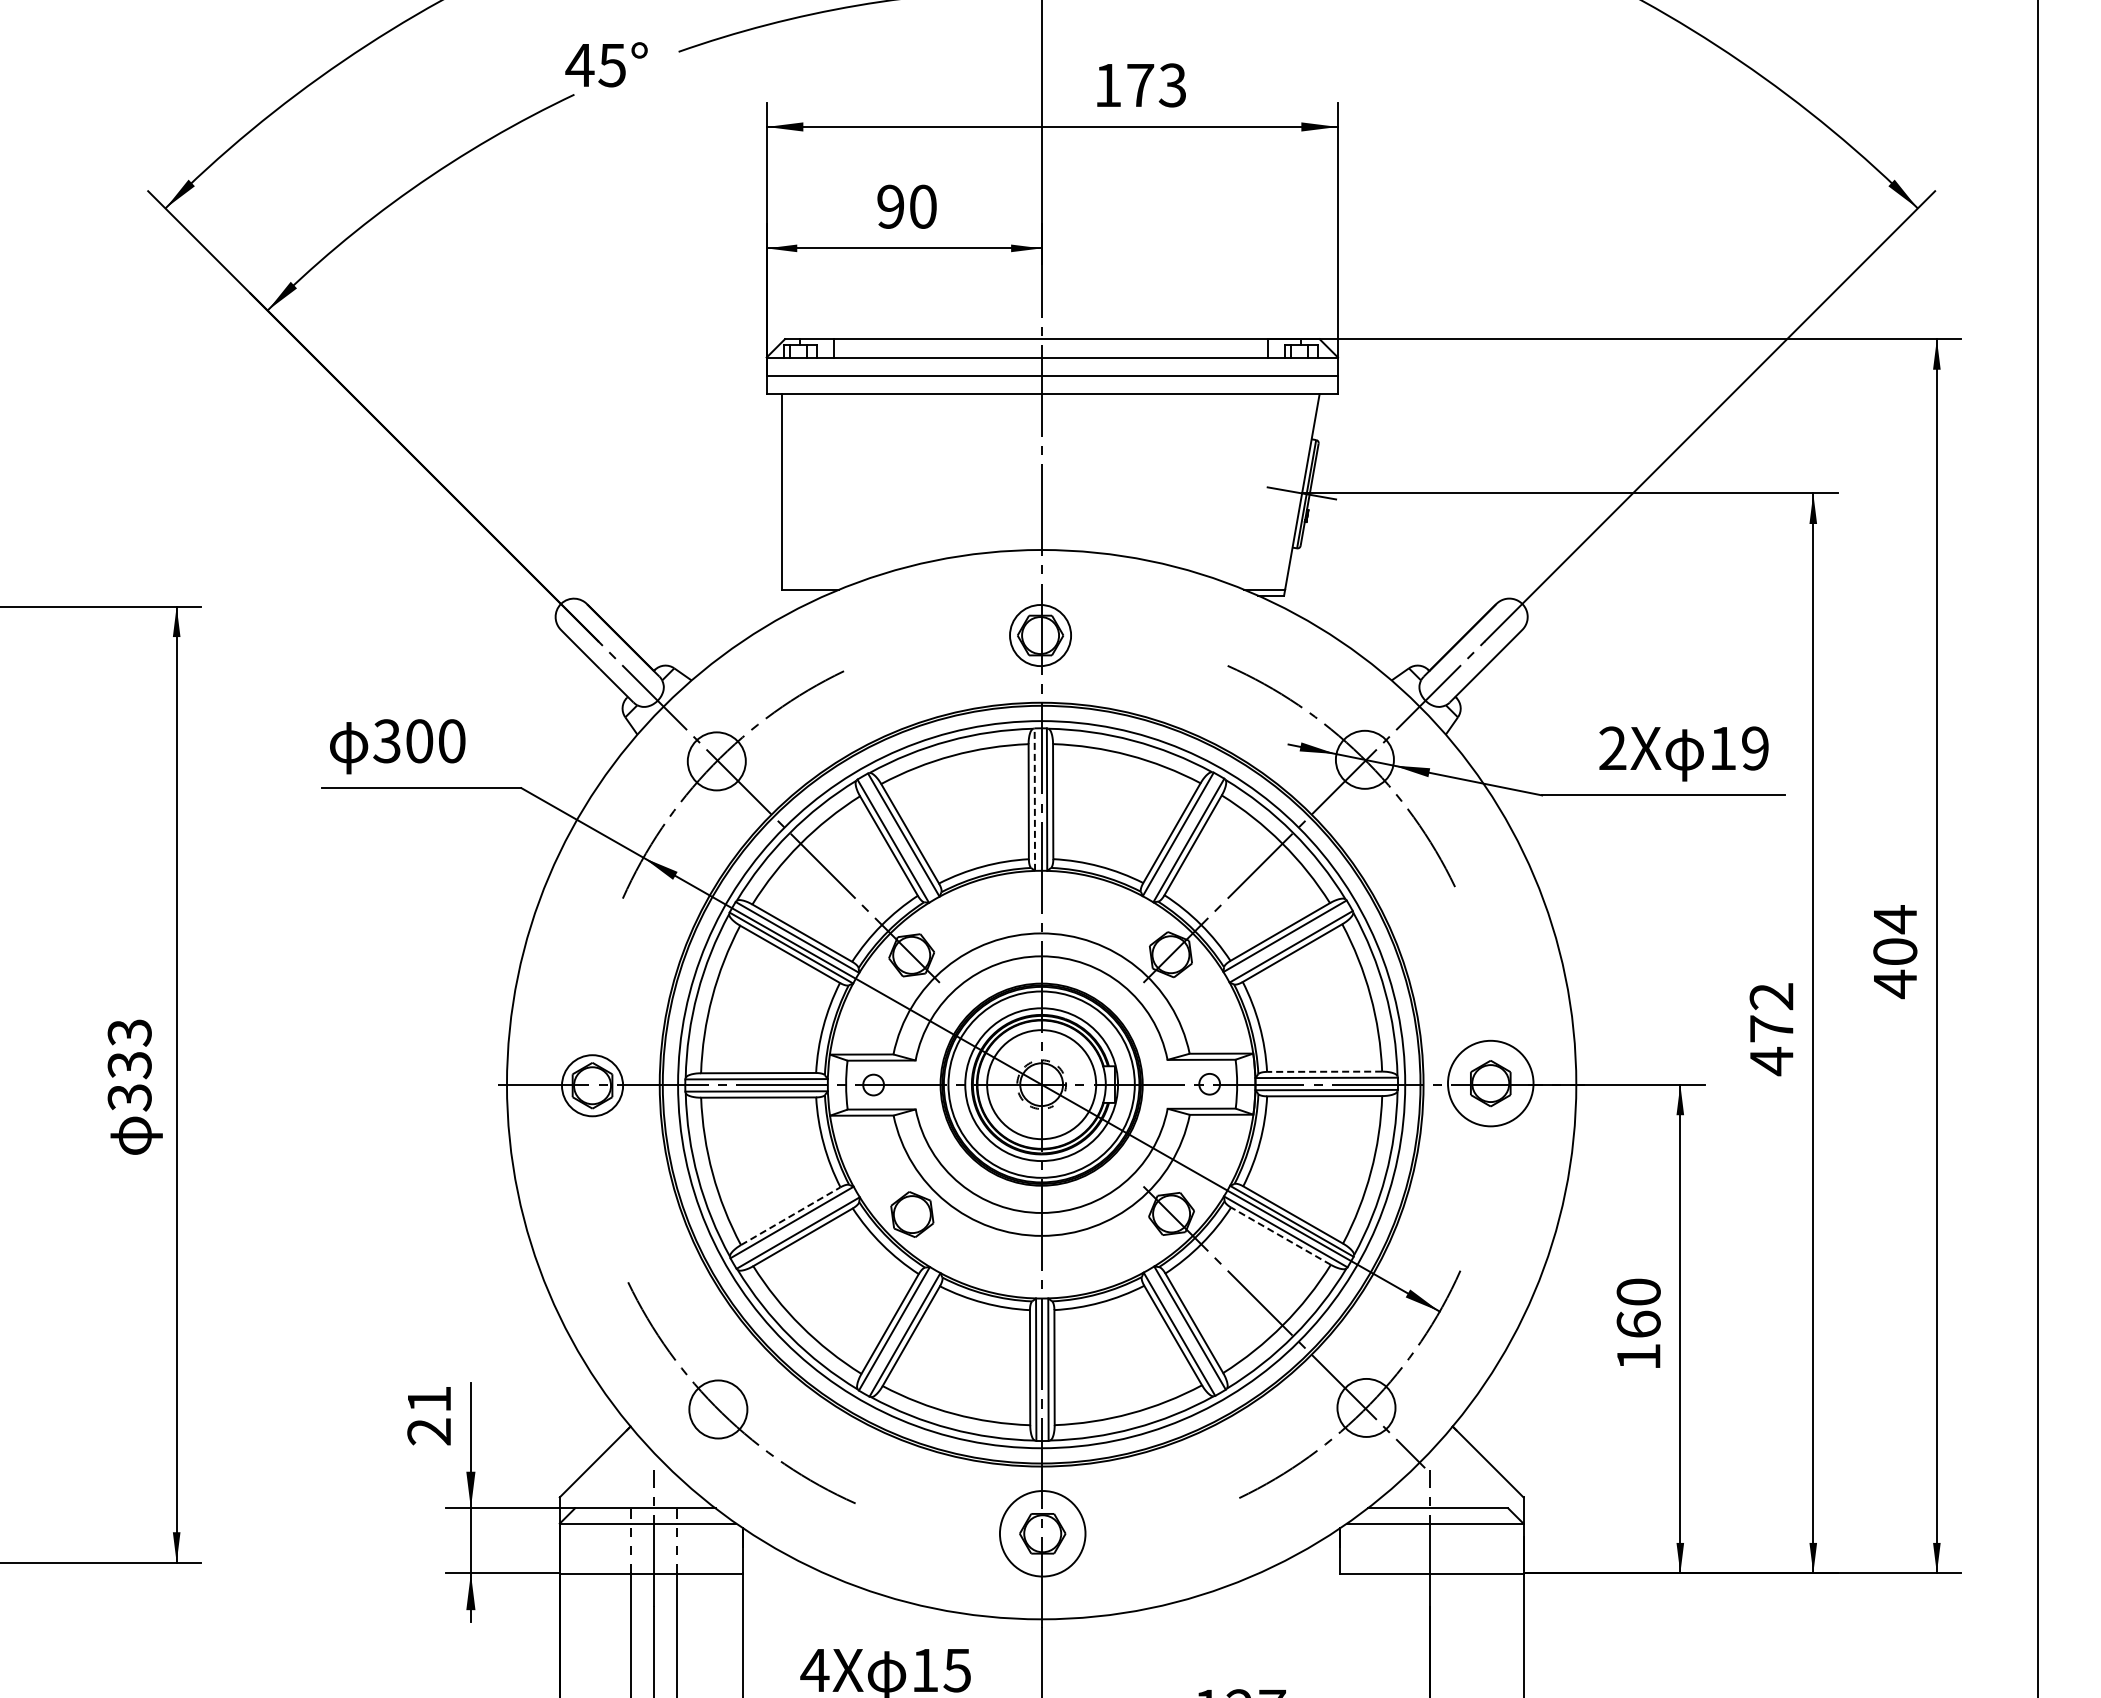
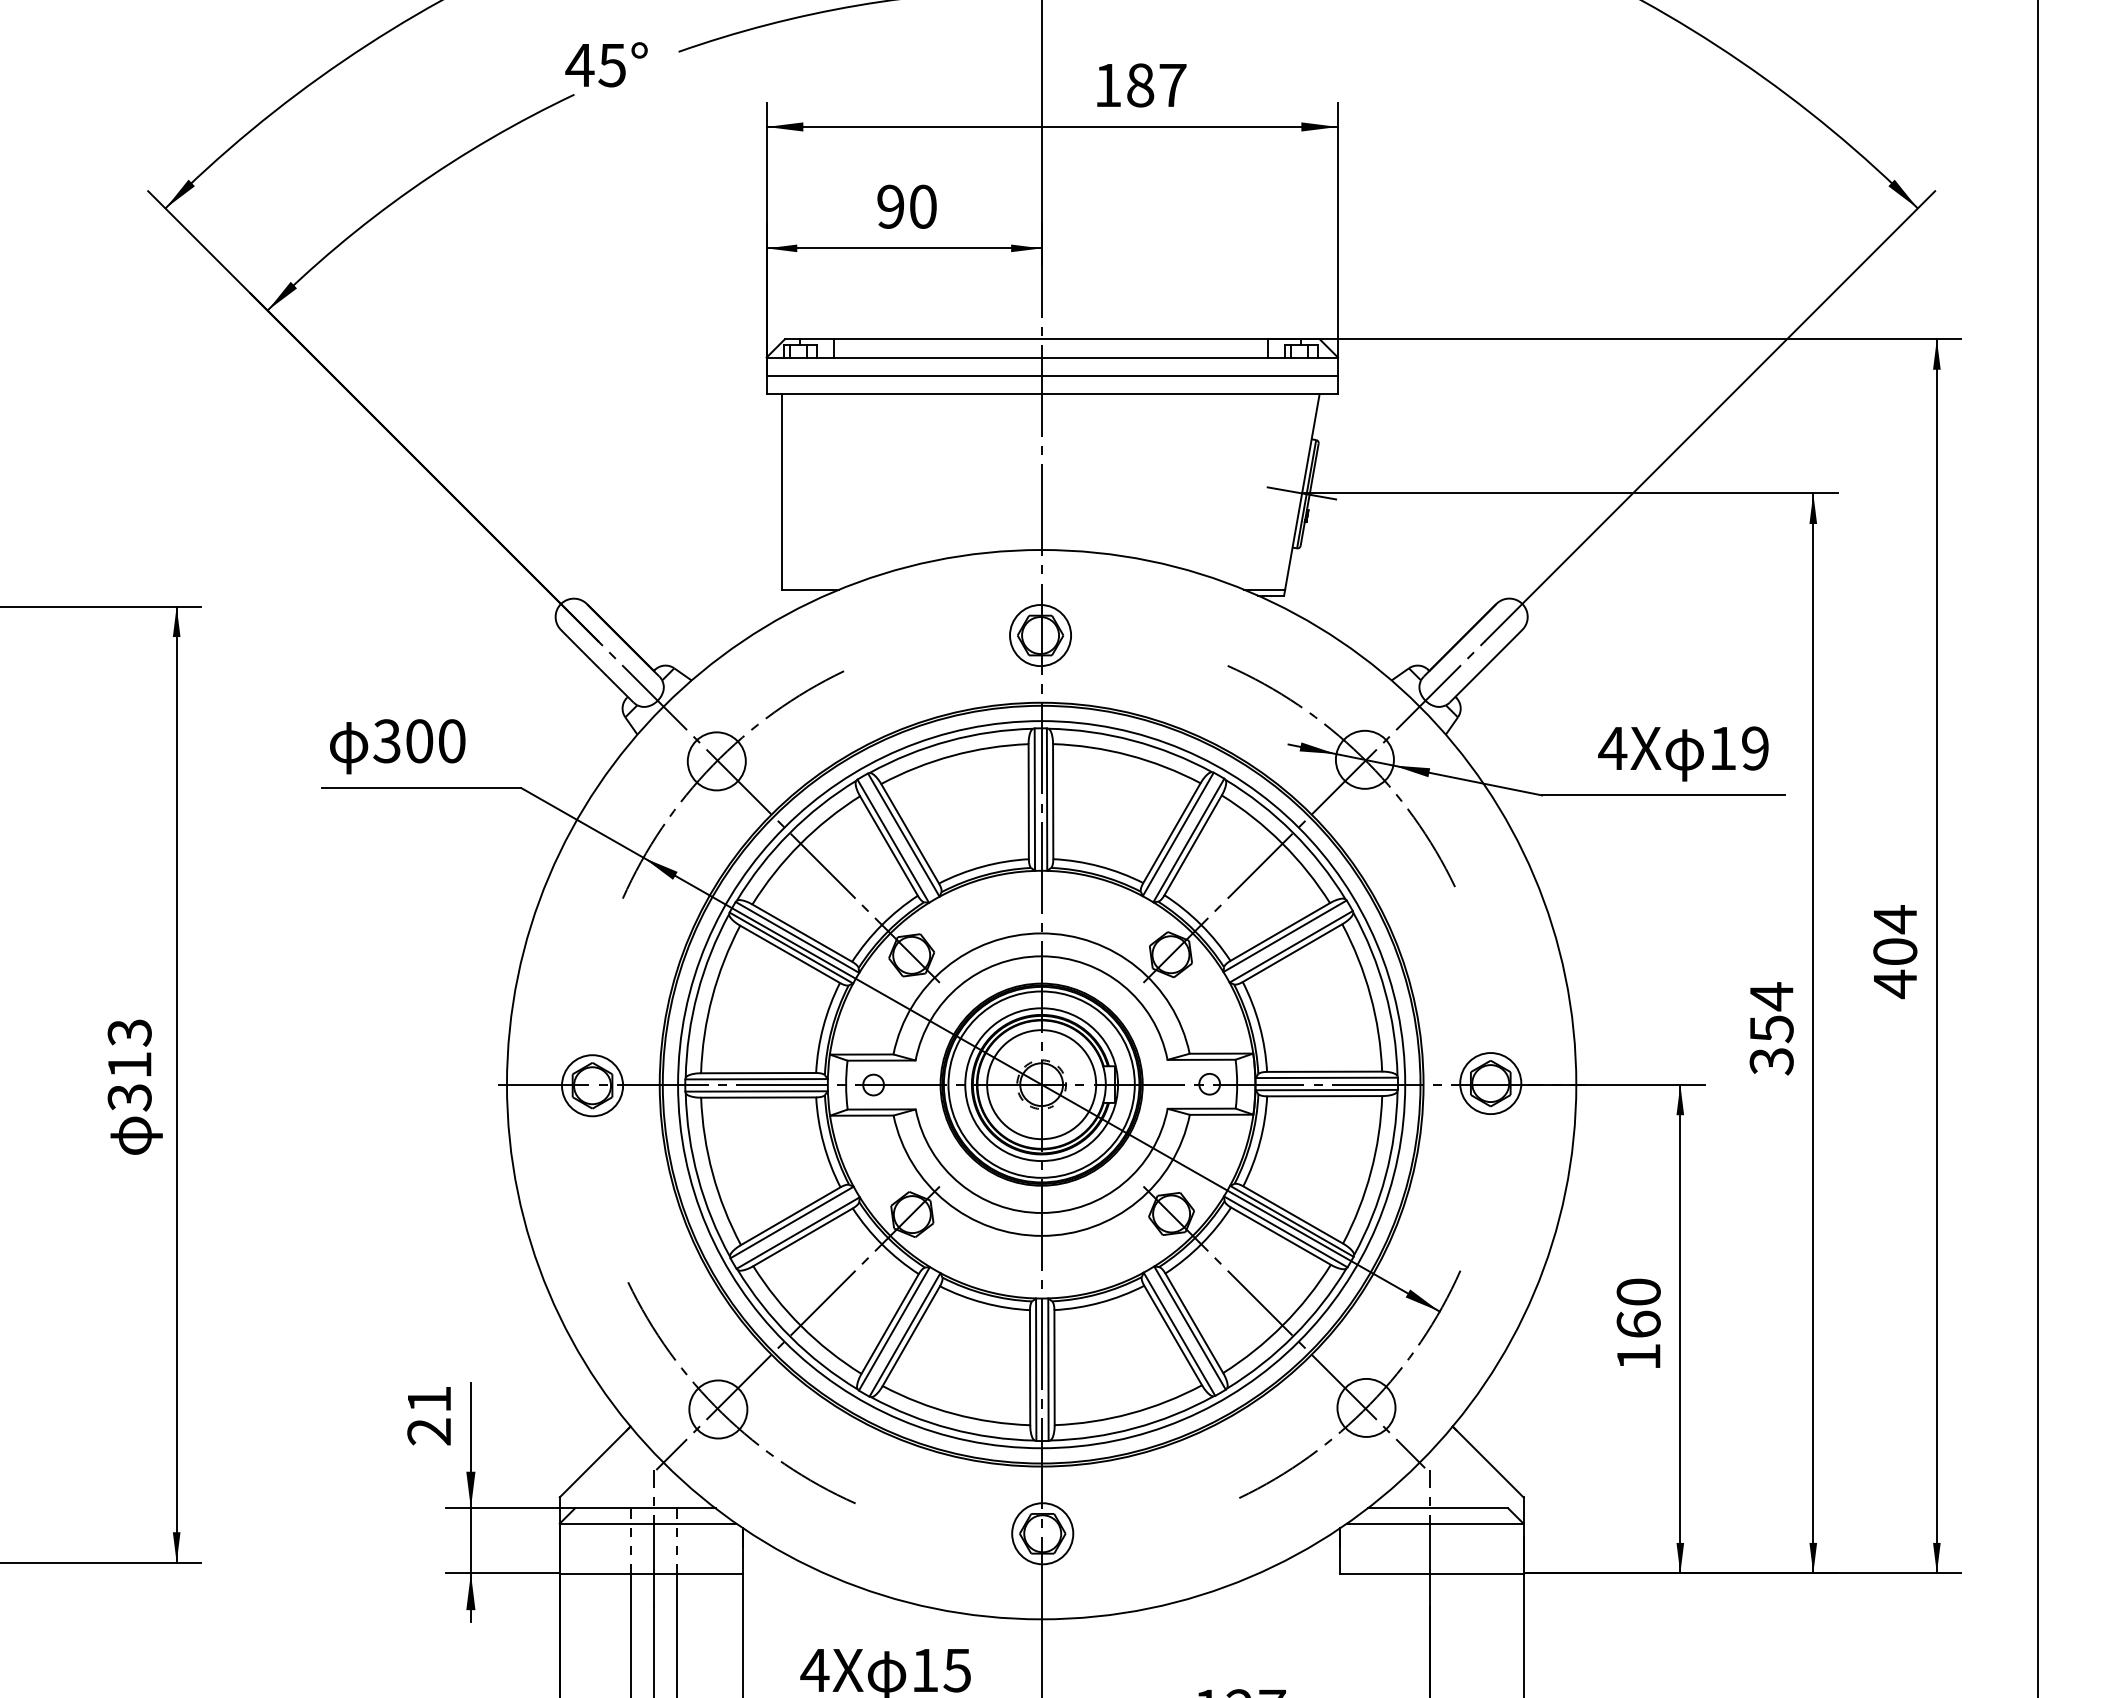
text at (1156, 85): 173 -> 187
text at (1612, 747): 2X -> 4X
line at (1034, 799): dashed -> solid
text at (1771, 1029): 472 -> 354
text at (129, 1065): 333 -> 313
line at (1324, 1071): dashed -> solid
circle at (1490, 1083) diameter: 86 px -> 61 px
line at (790, 1216): dashed -> solid
line at (1281, 1236): dashed -> solid
line at (797, 1328): none -> present
circle at (1042, 1533) diameter: 86 px -> 61 px
